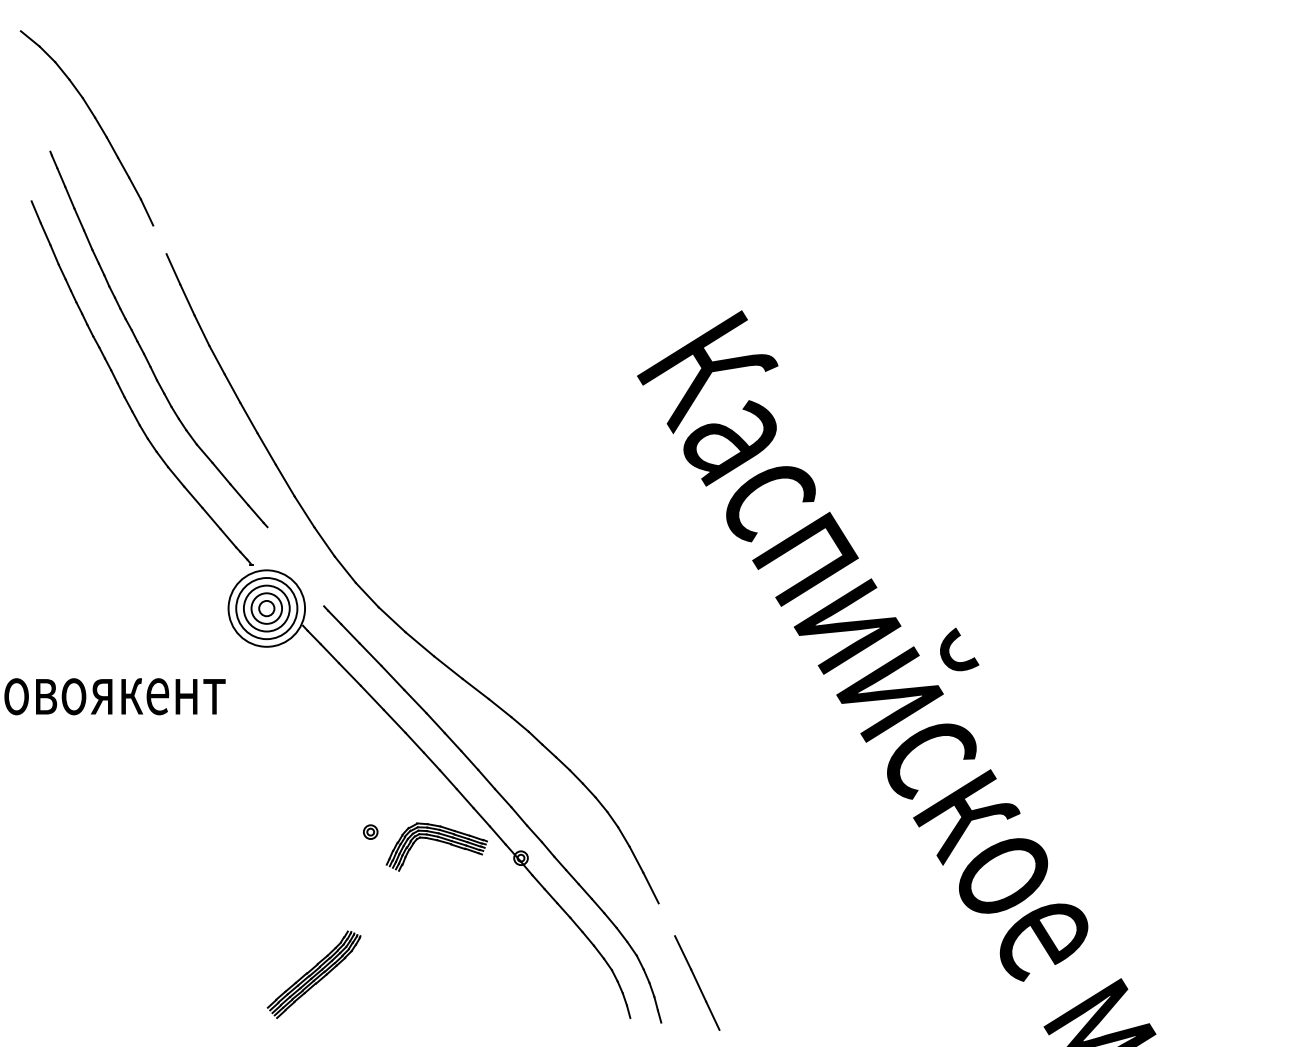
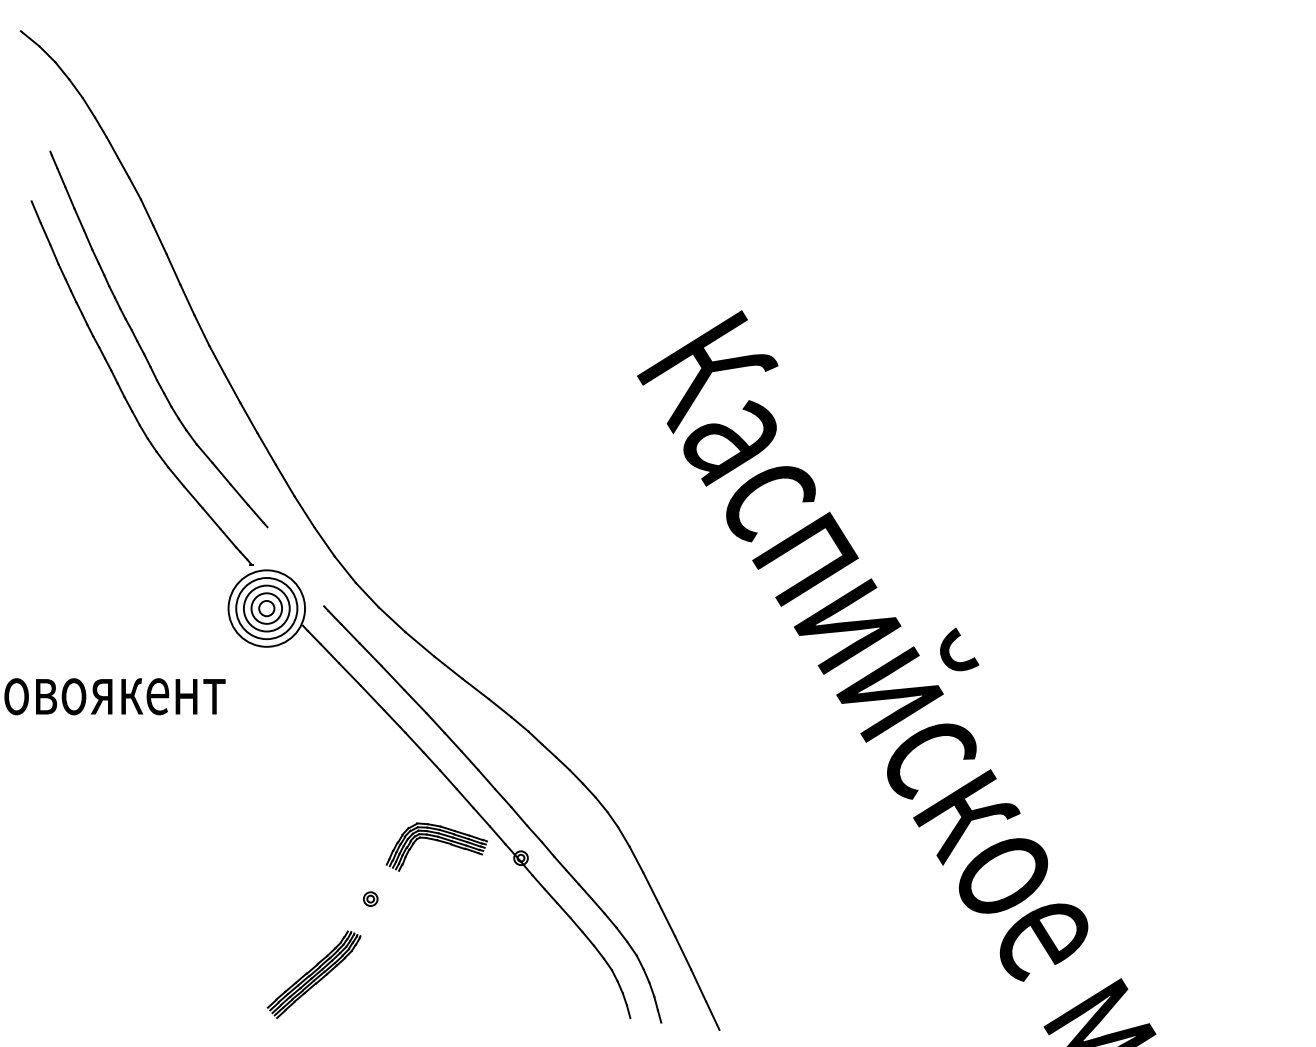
line at (159, 239): none -> present
part at (370, 831) position: (370, 831) -> (370, 898)
line at (666, 919): none -> present
